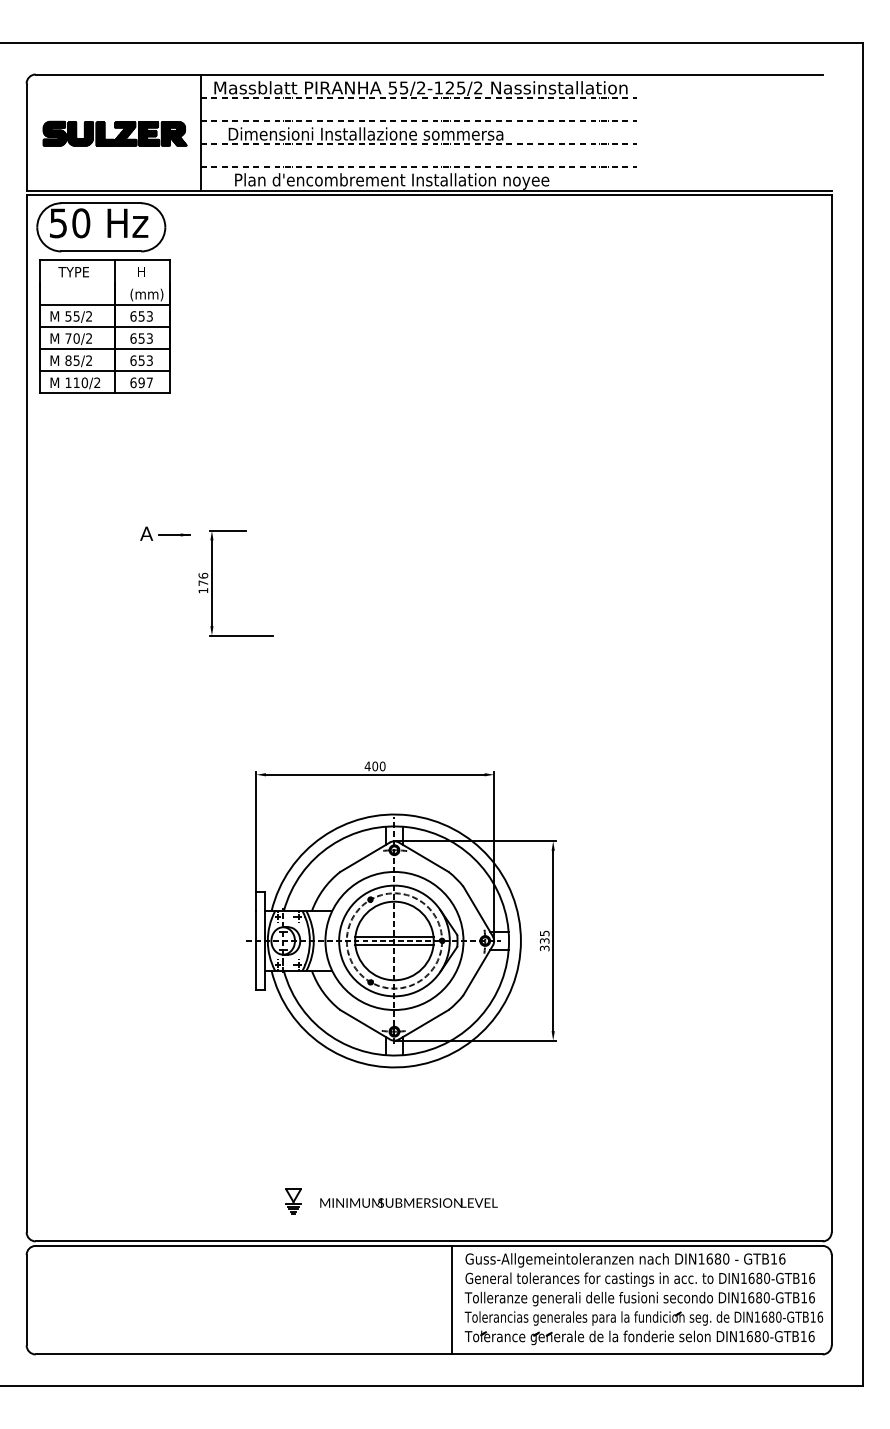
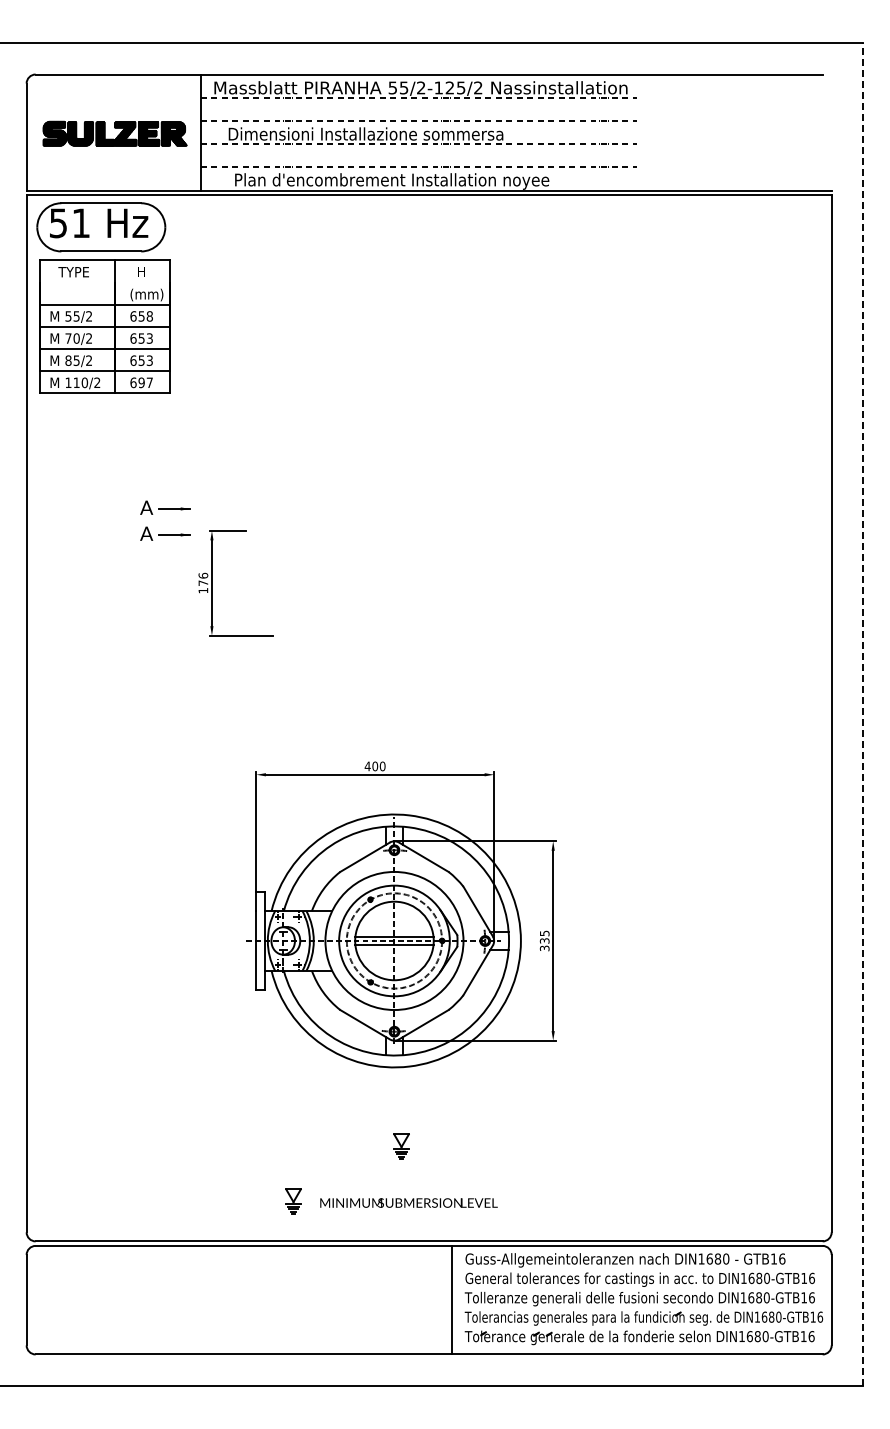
text at (81, 223): 50 -> 51
text at (149, 316): 653 -> 658
part at (165, 507): none -> present
line at (863, 714): solid -> dashed
part at (401, 1146): none -> present
